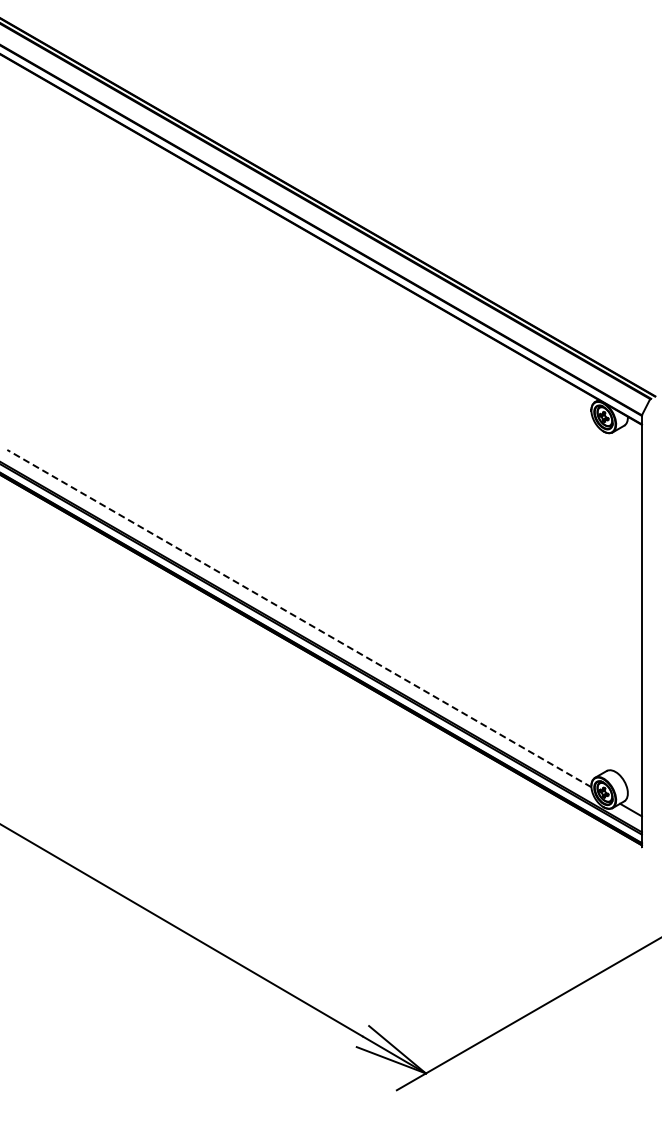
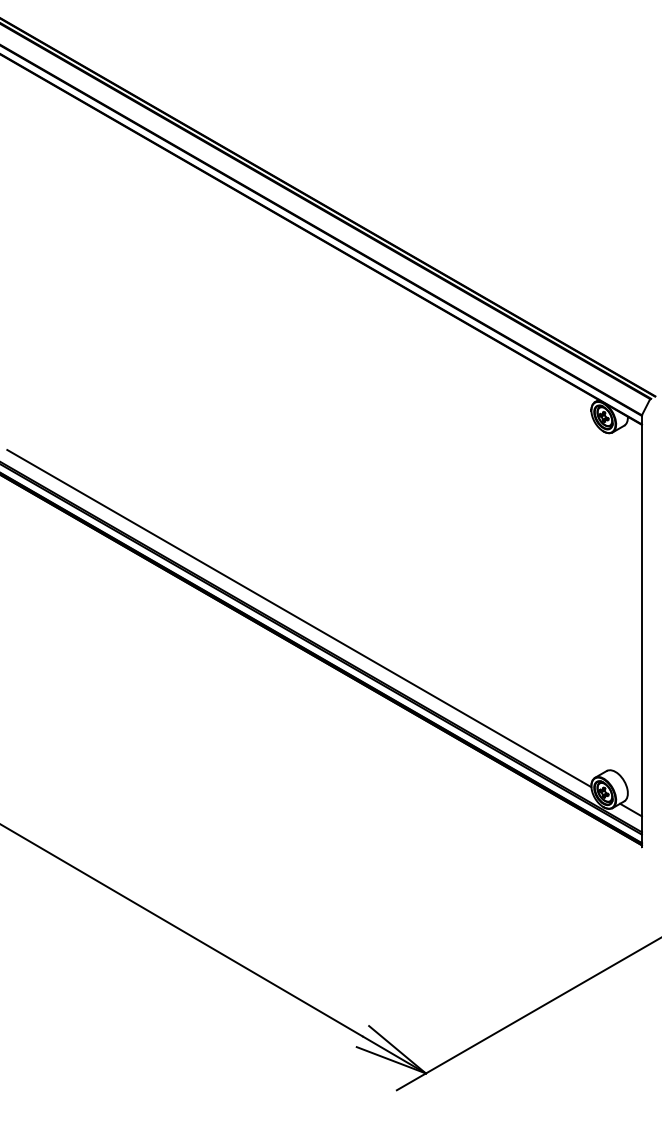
line at (298, 618): dashed -> solid
